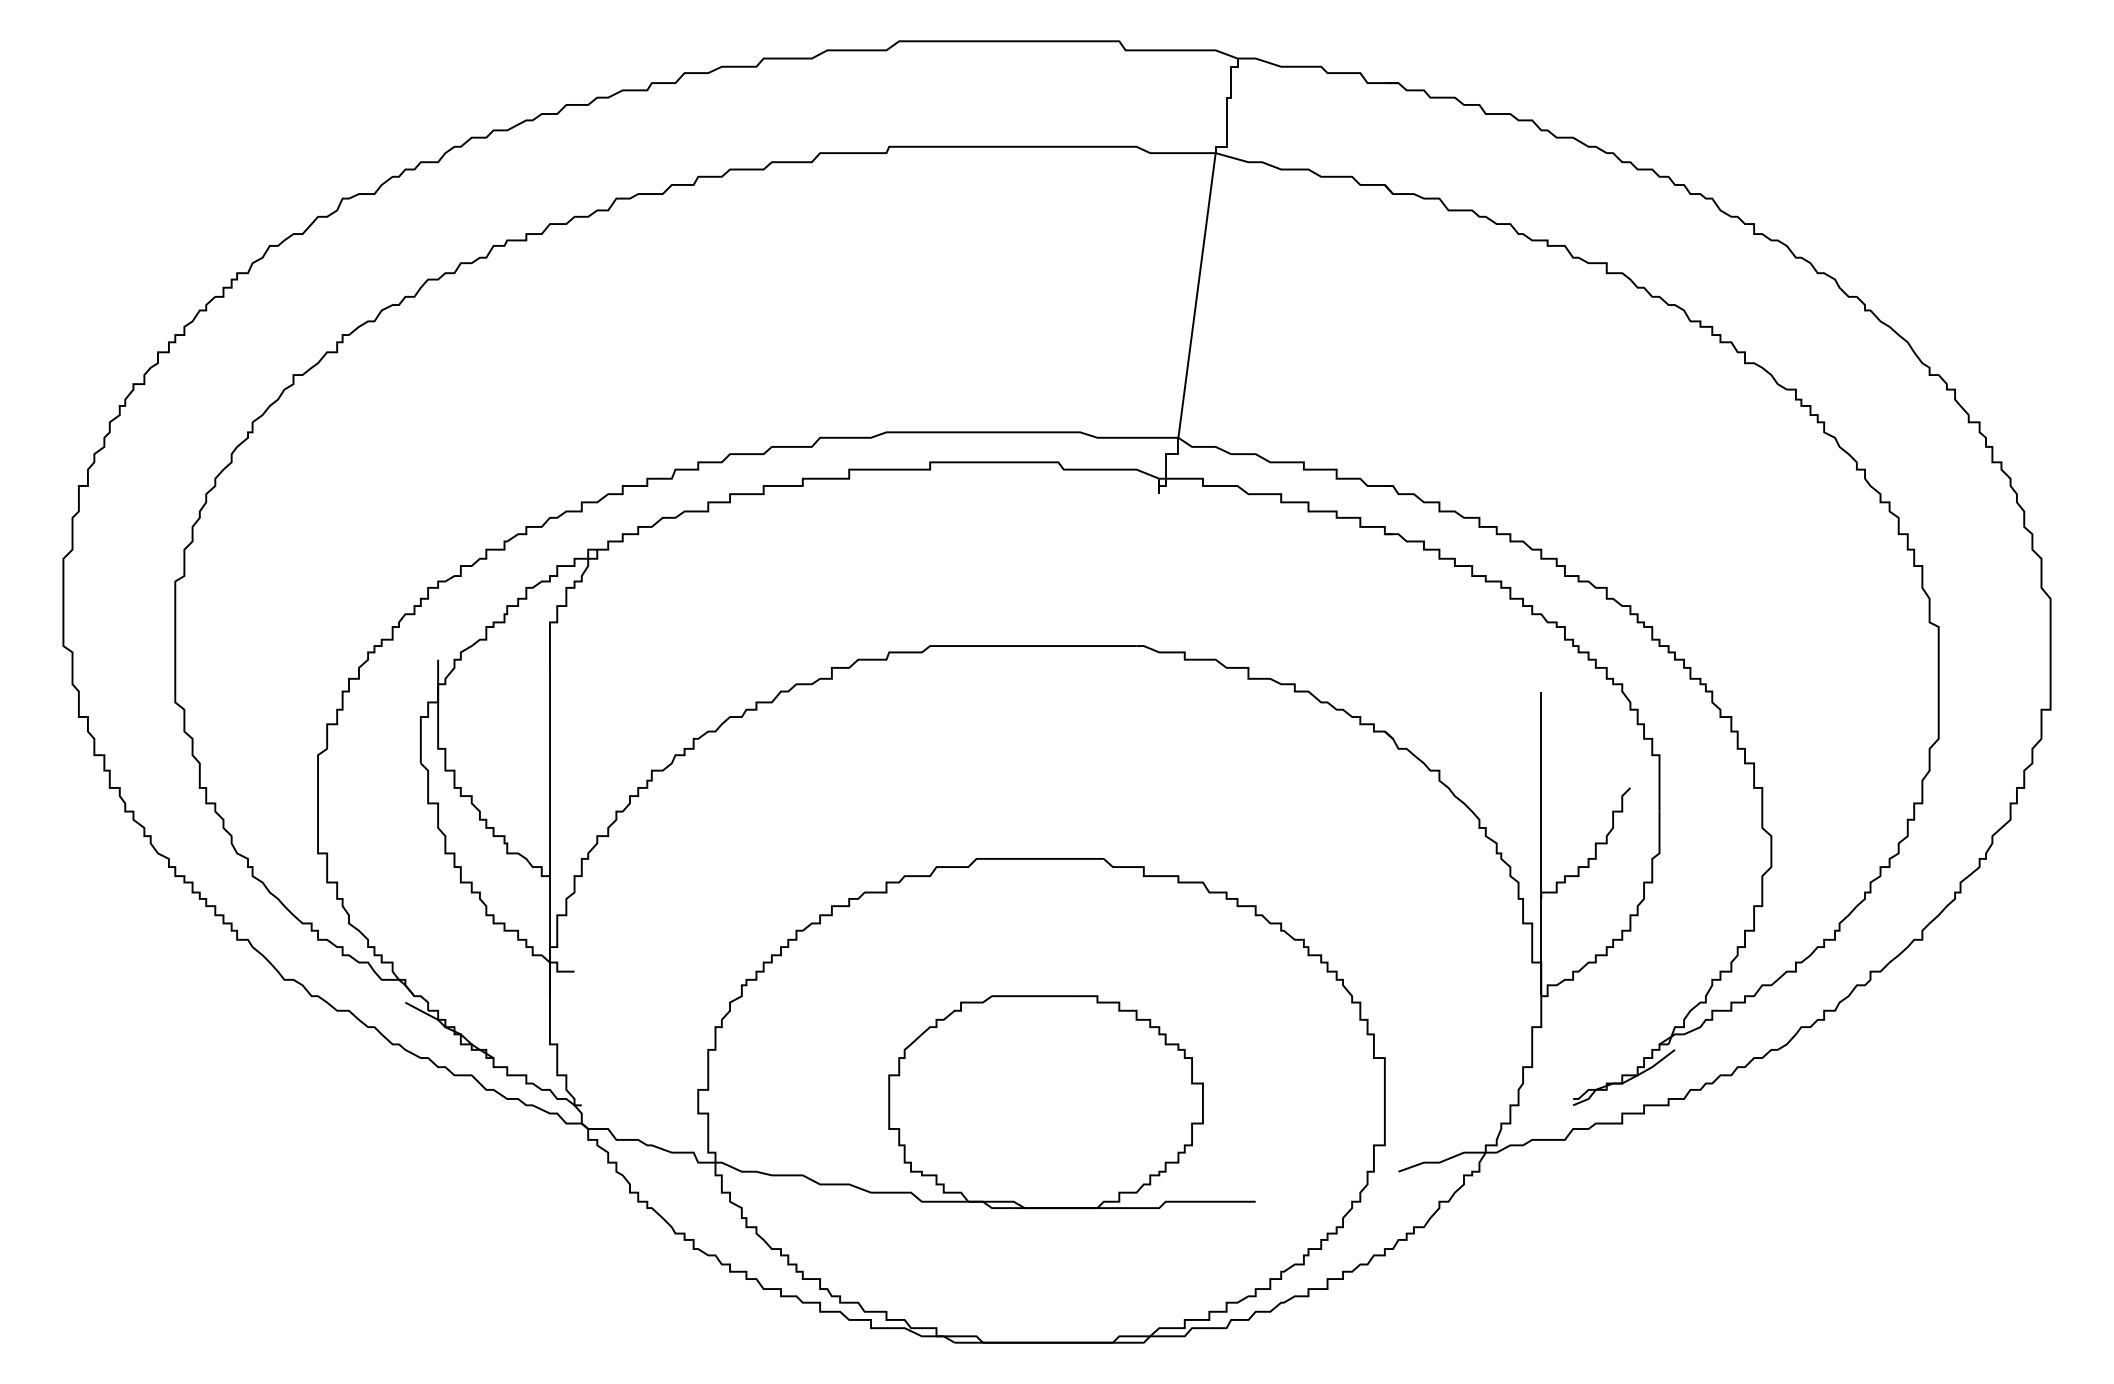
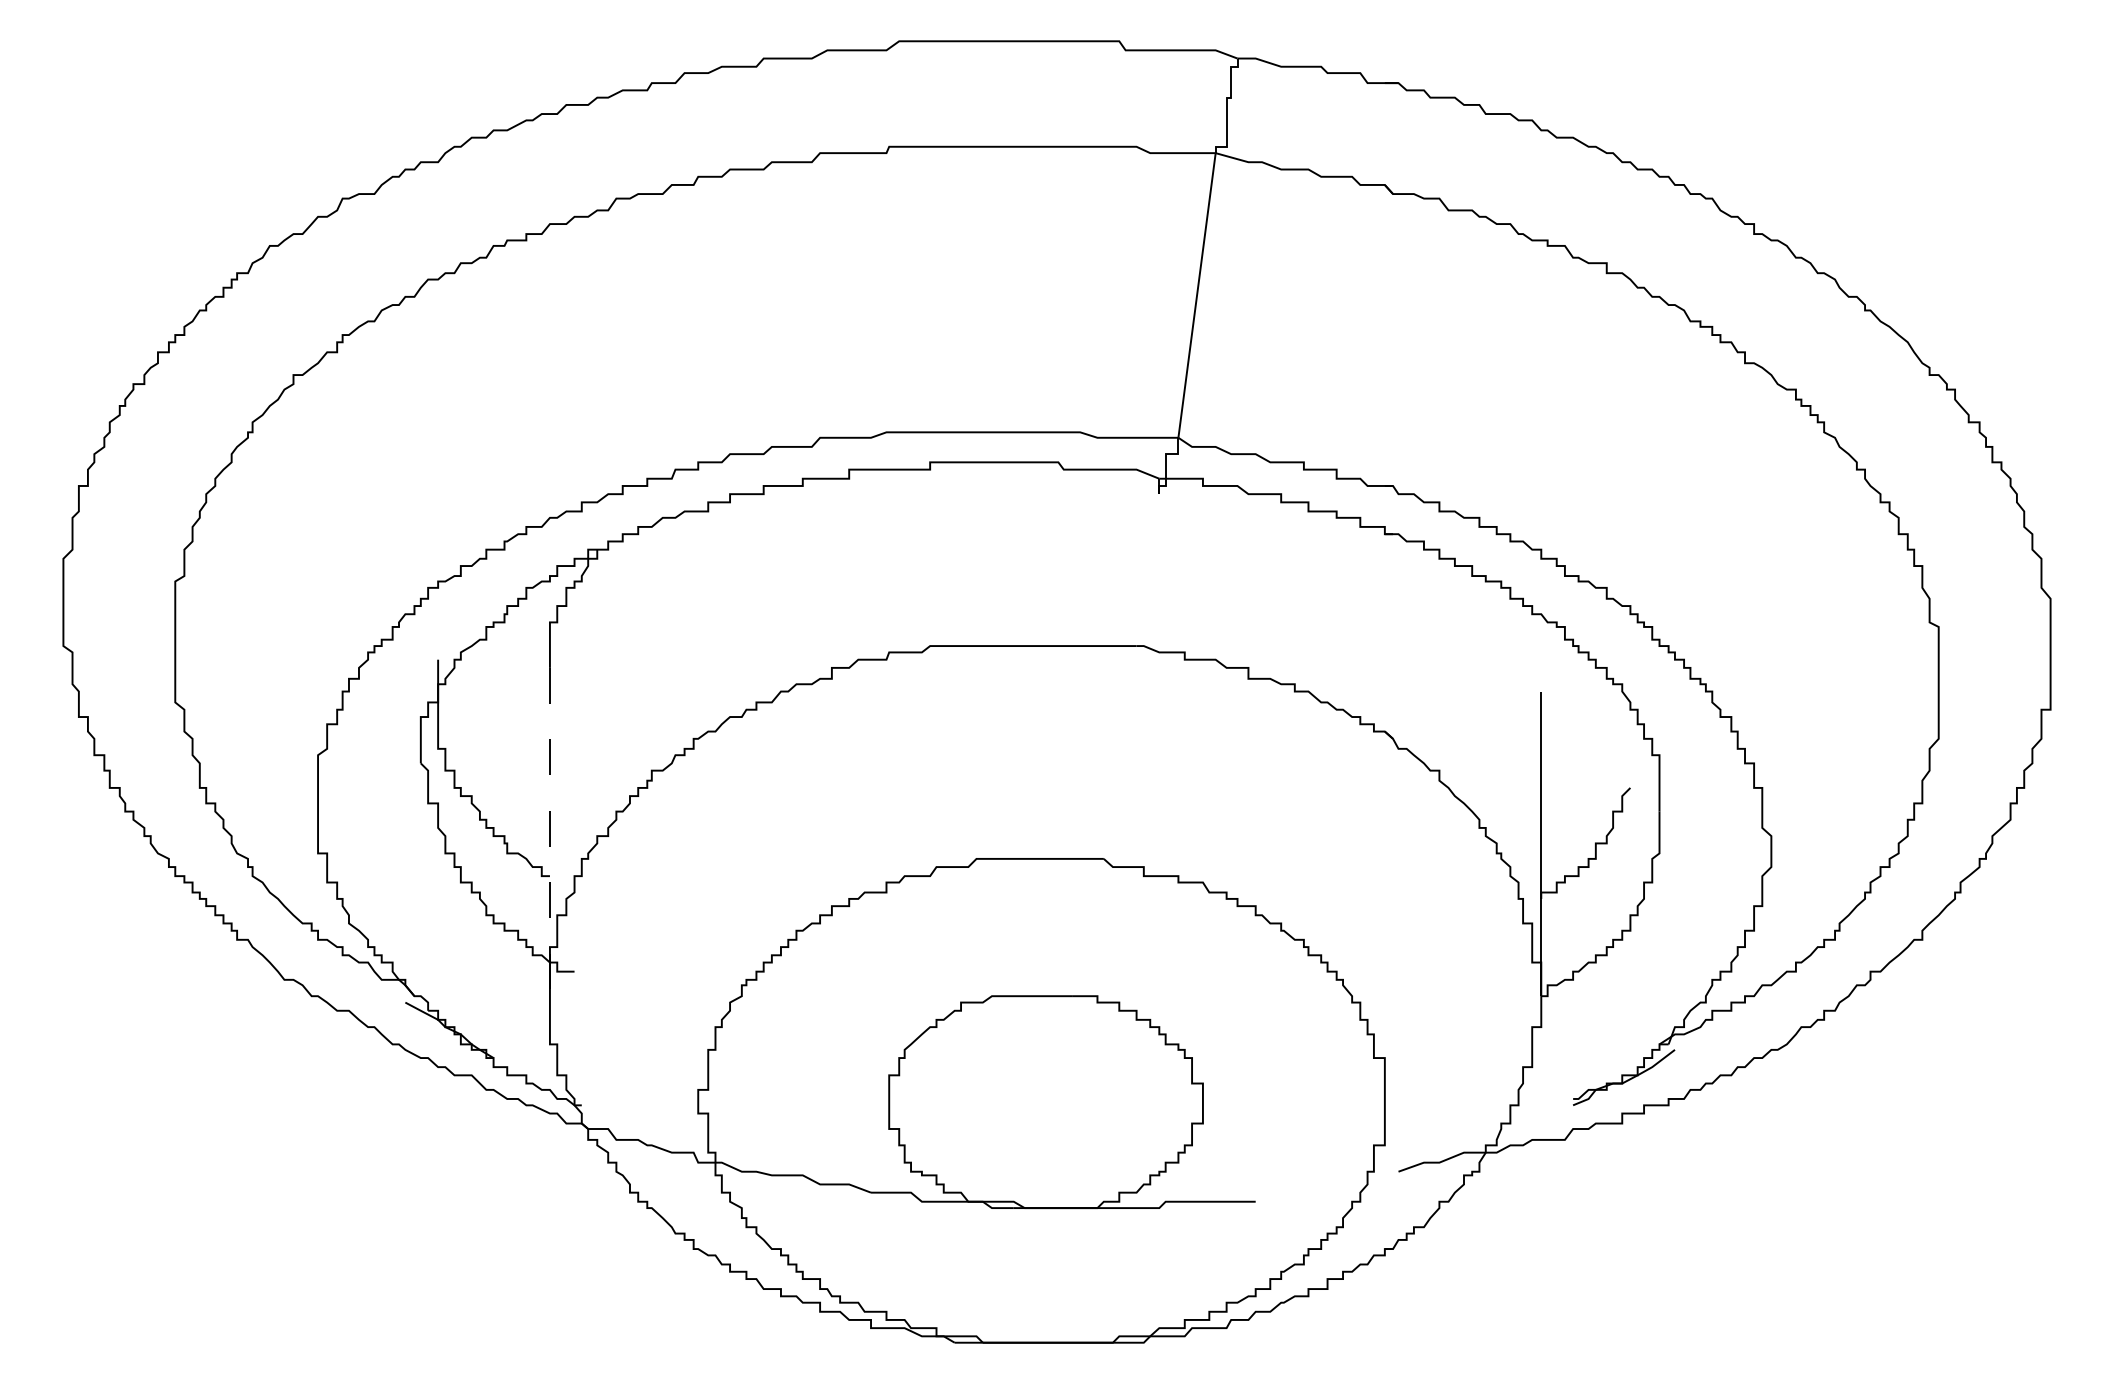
line at (549, 832): solid -> dashed
